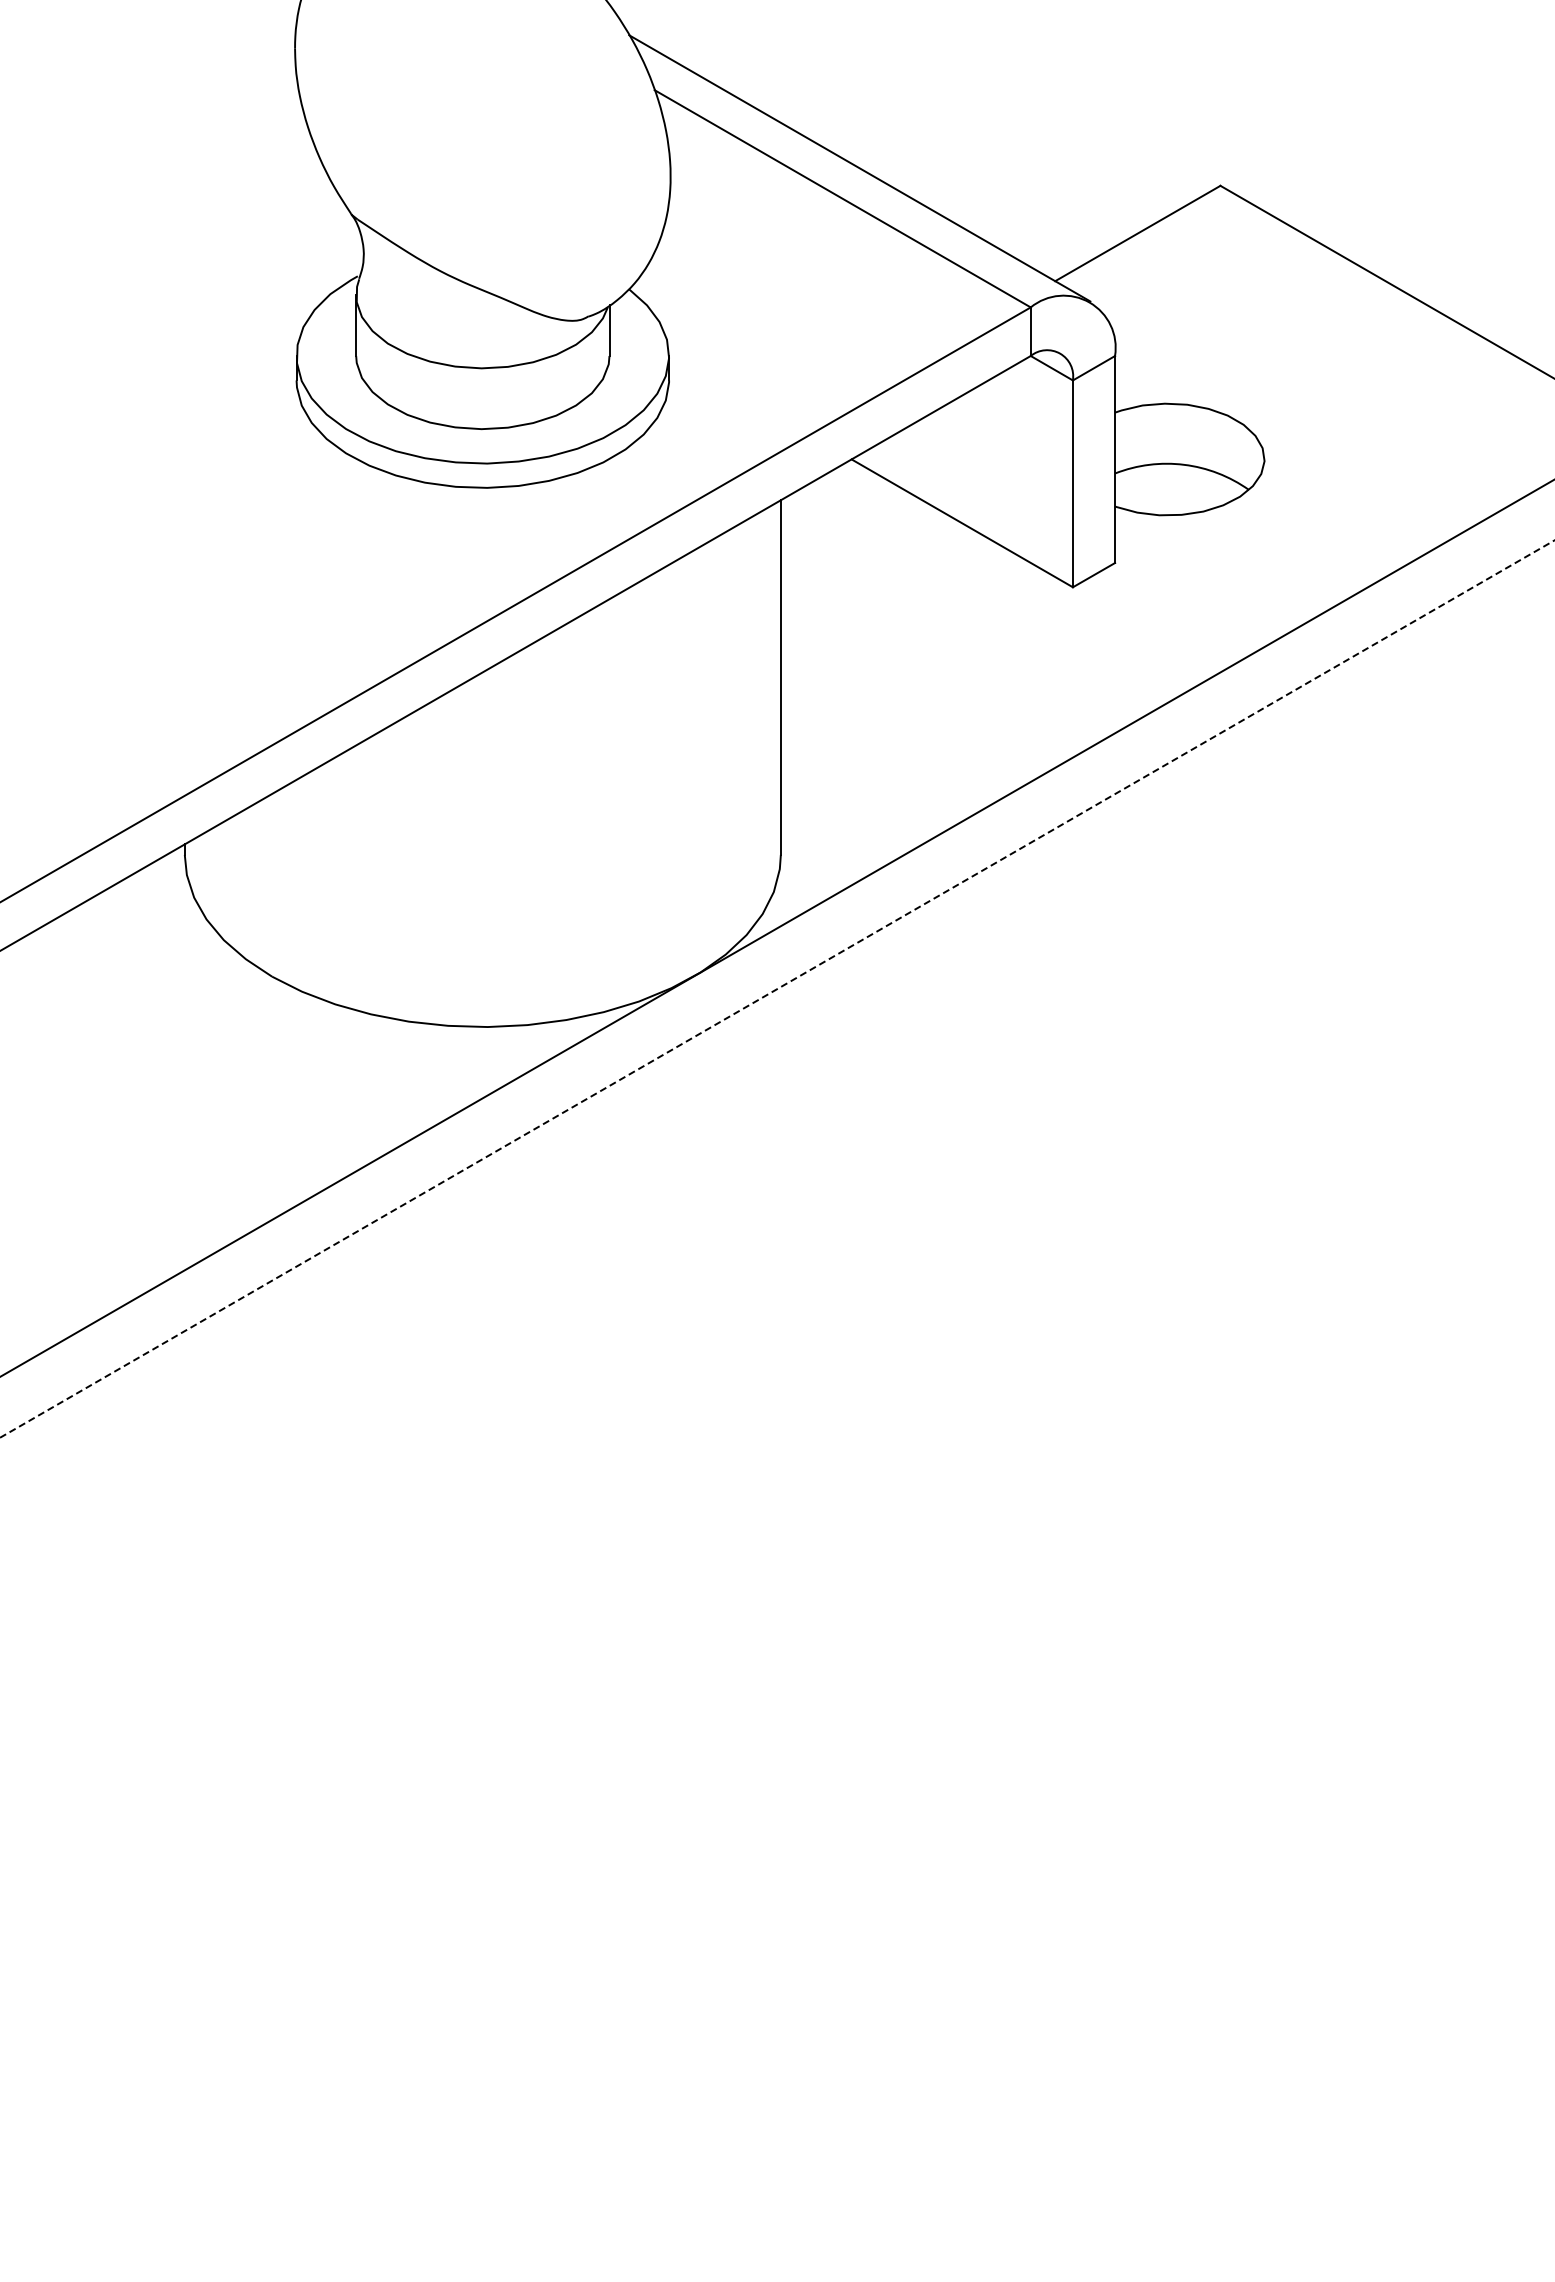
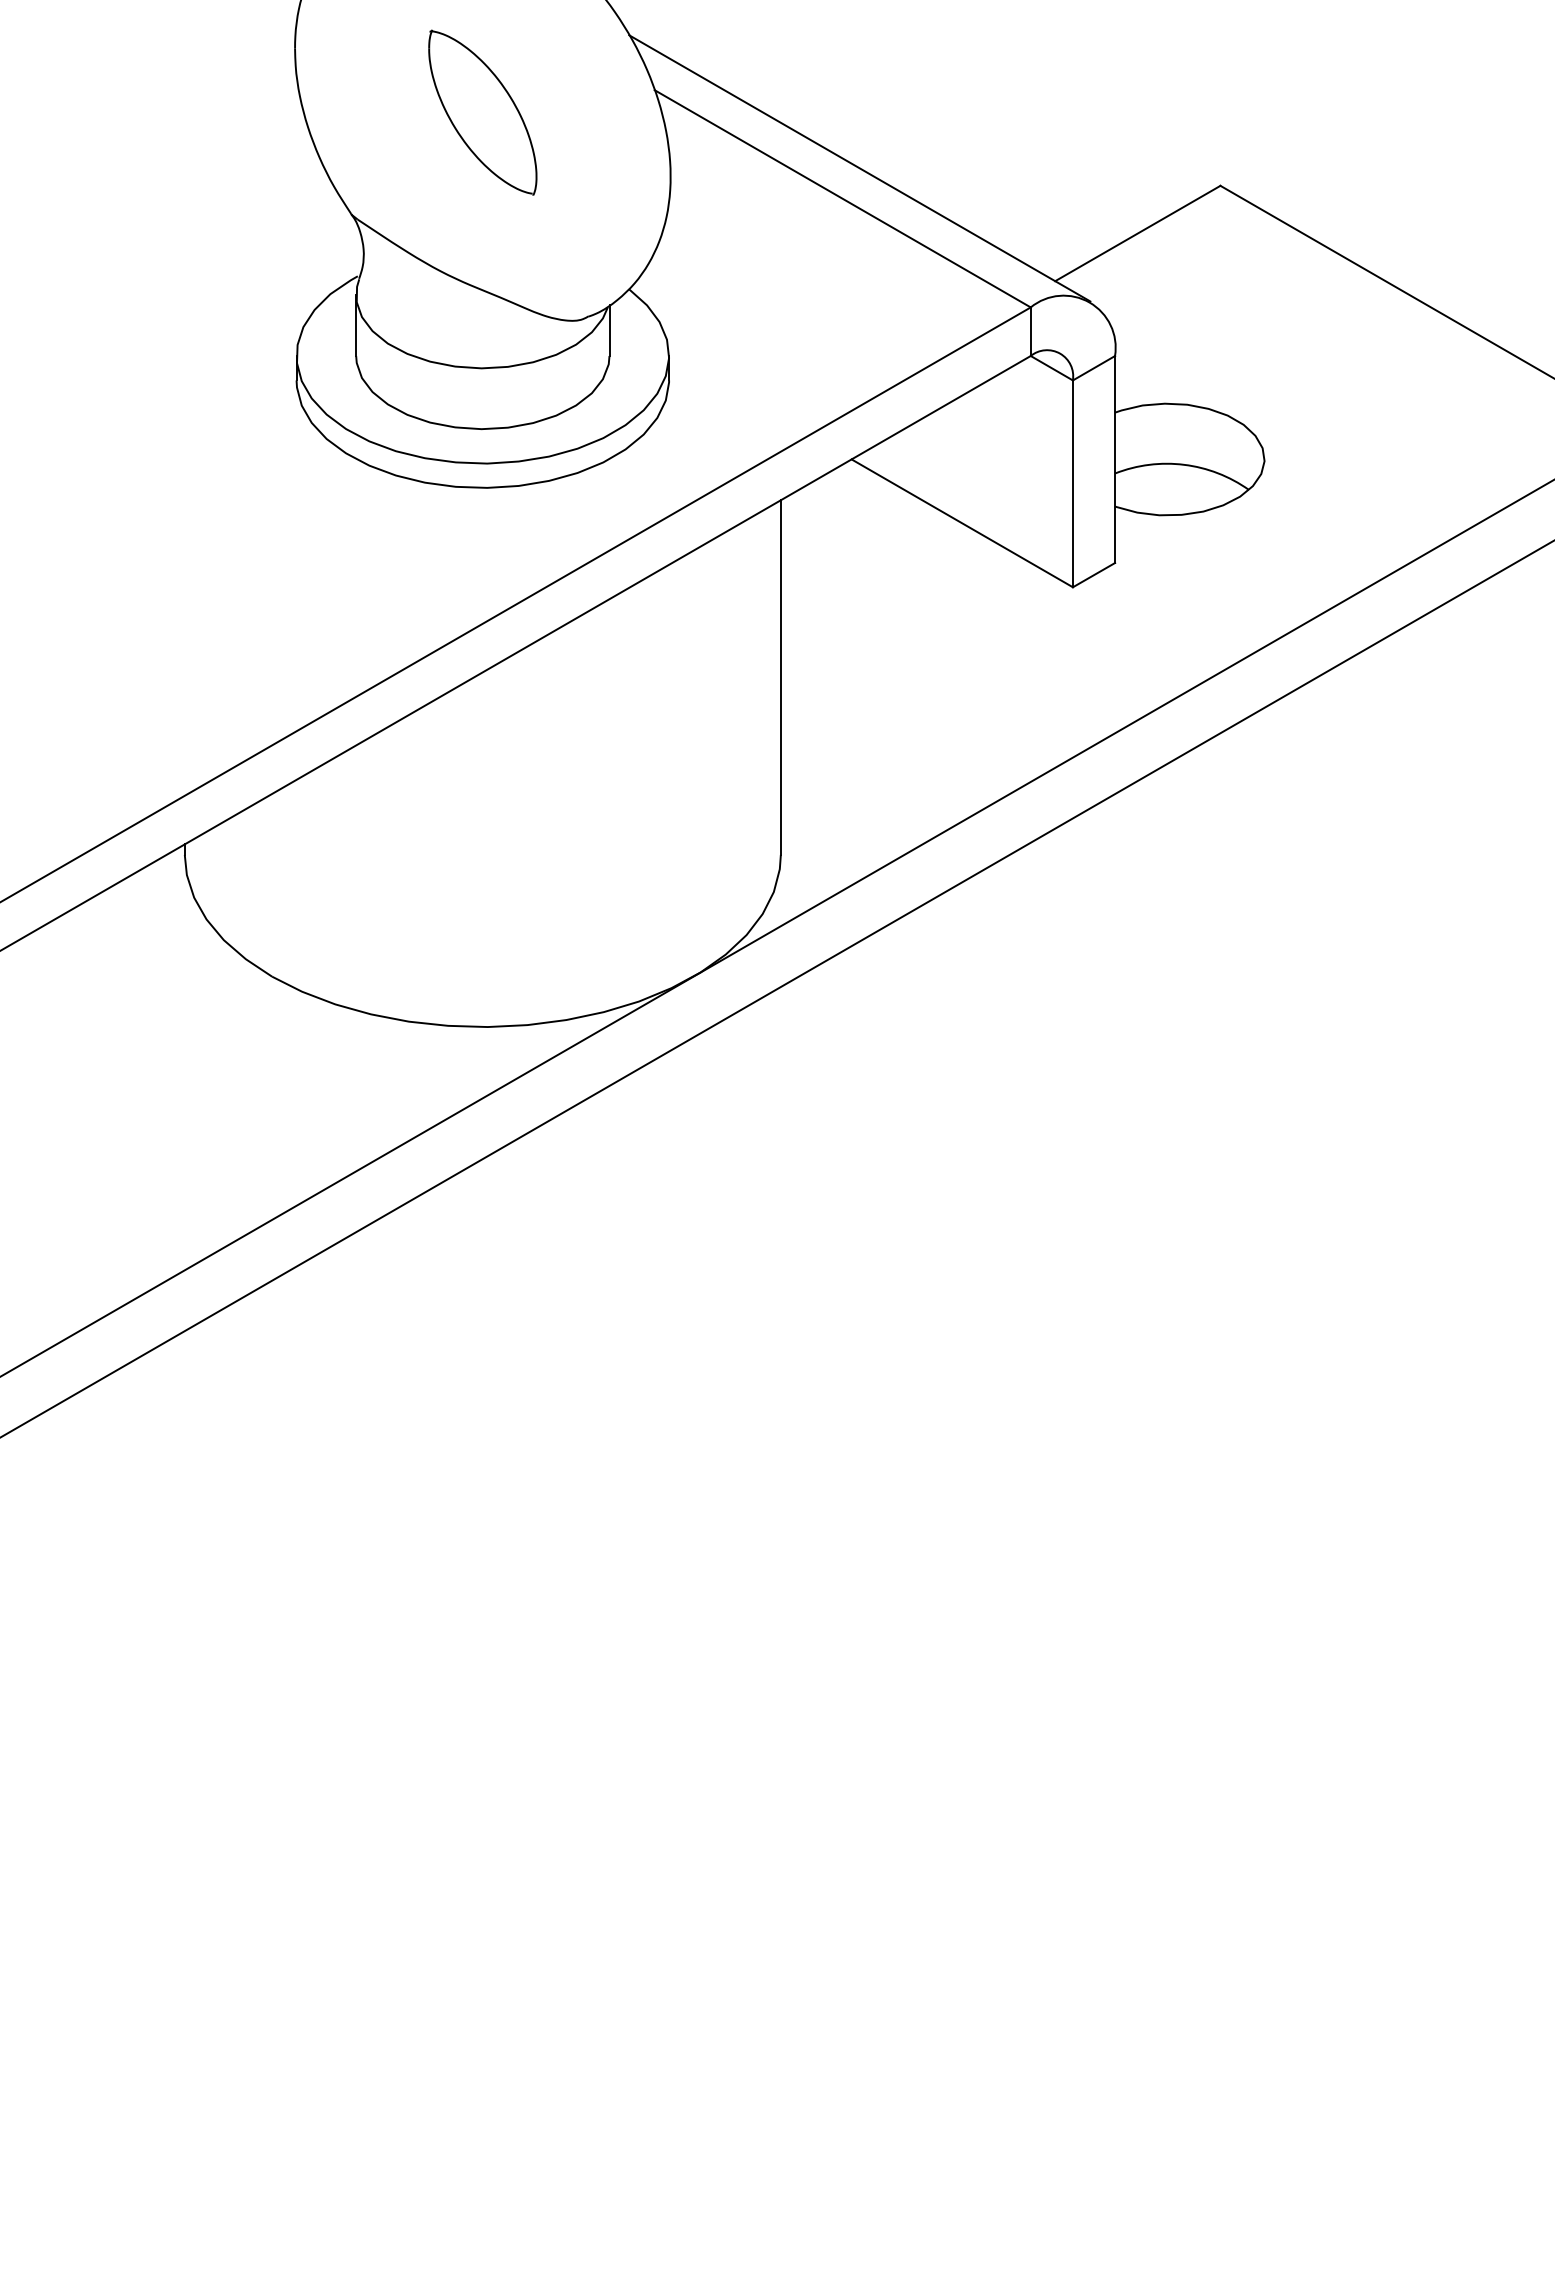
part at (482, 112): none -> present
line at (778, 988): dashed -> solid
